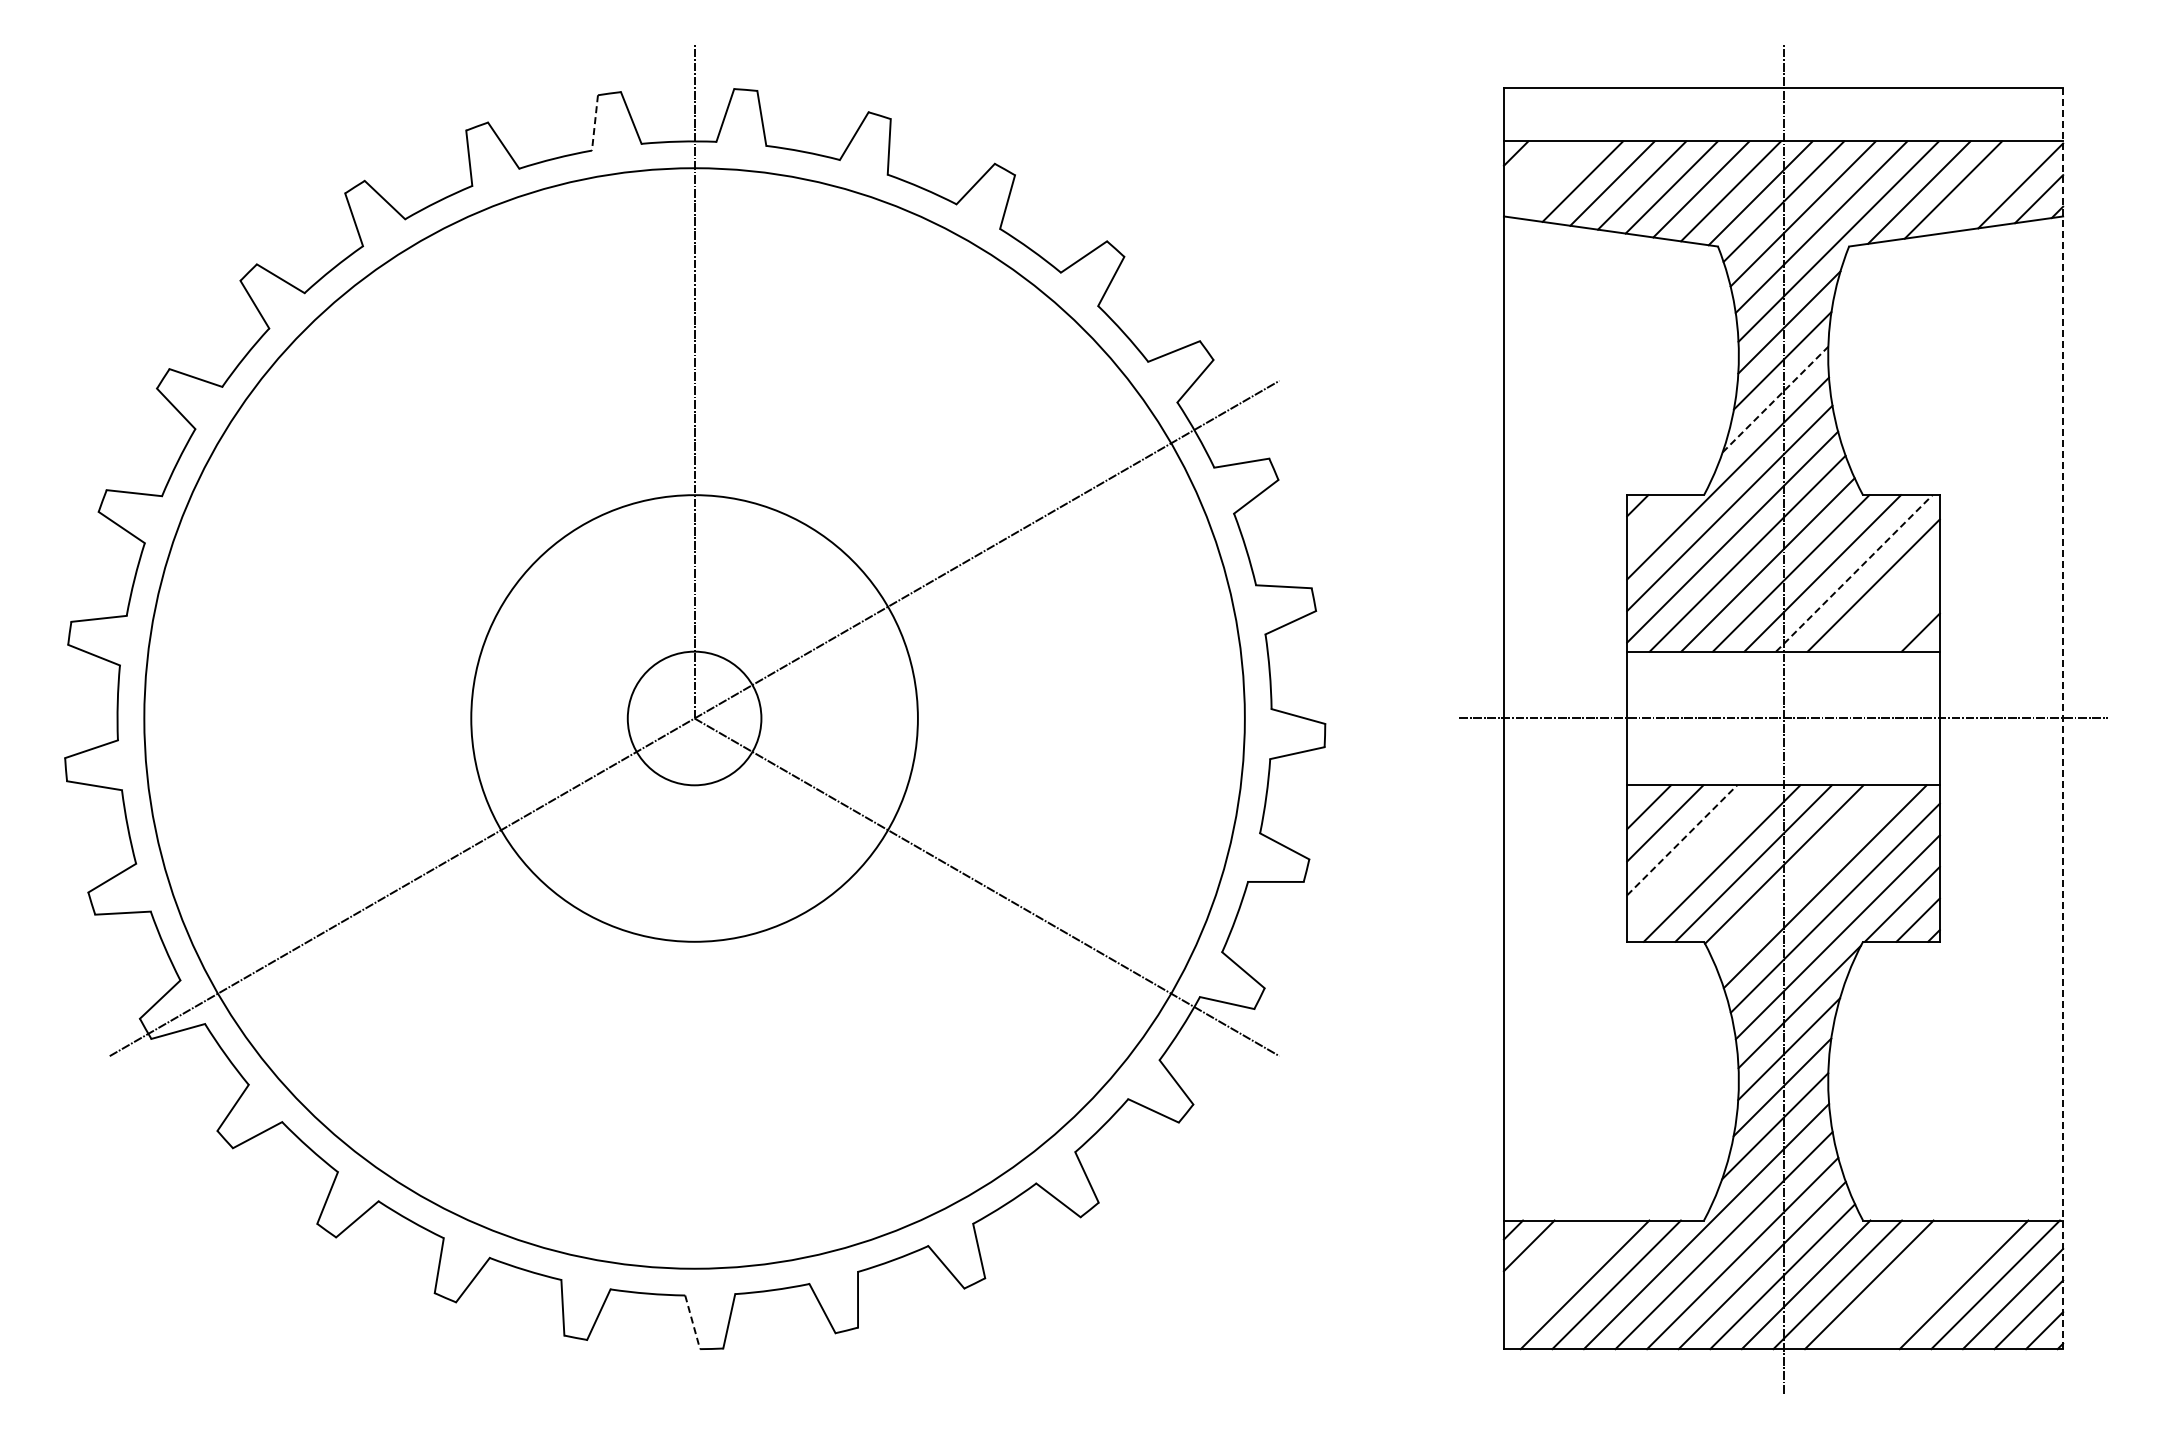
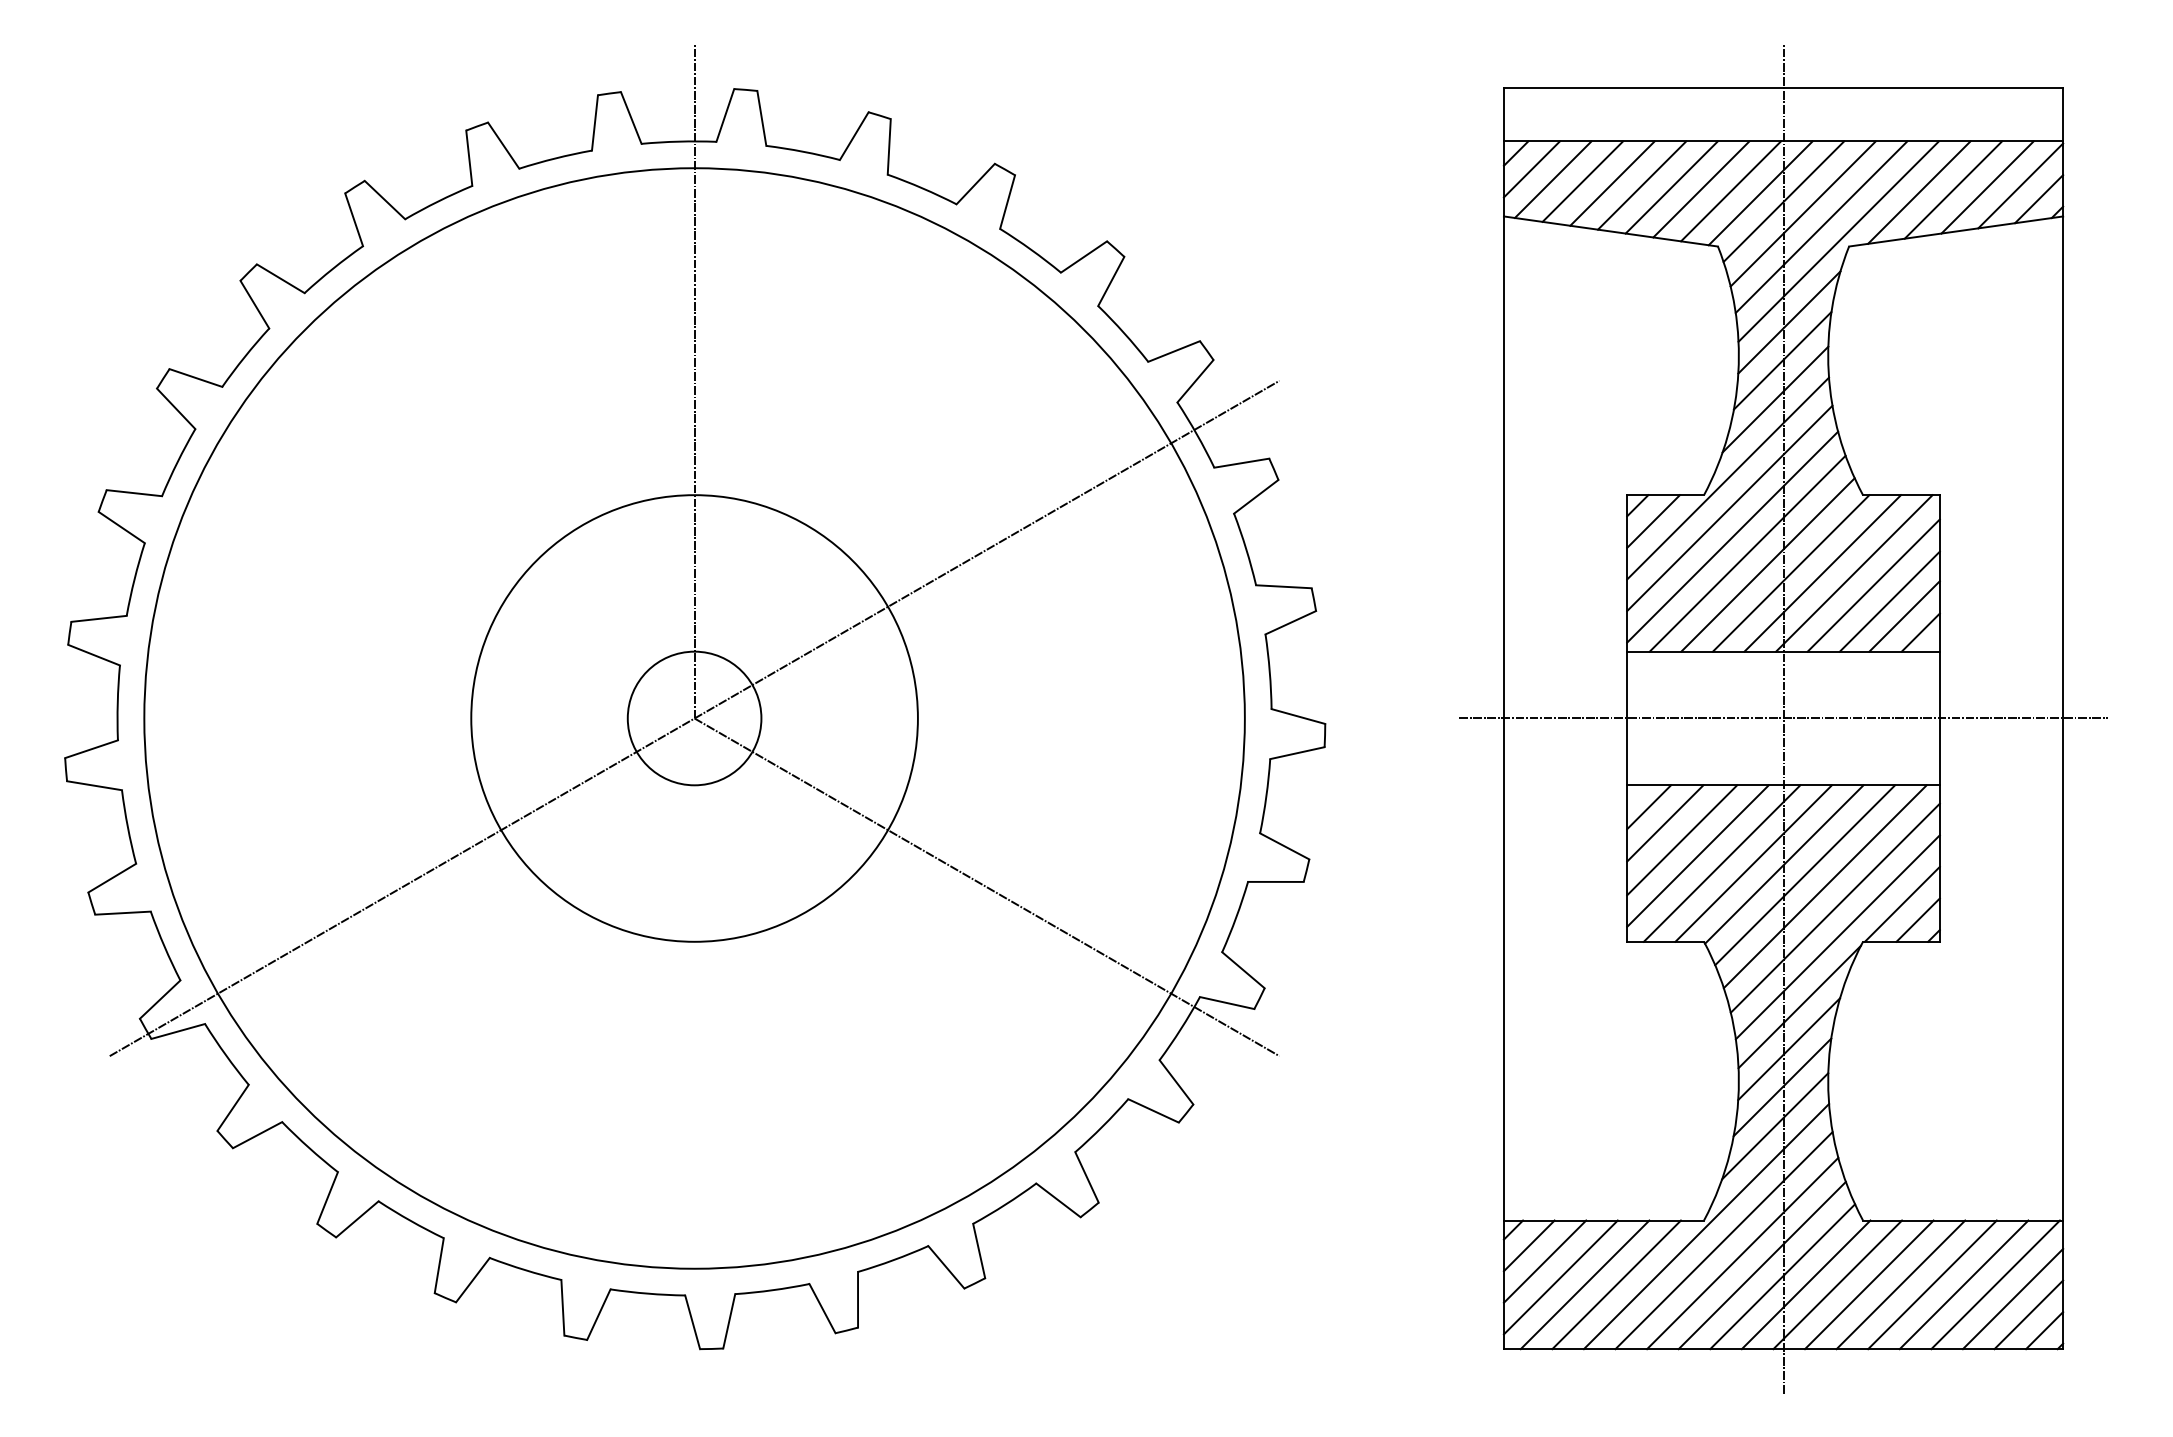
line at (594, 122): dashed -> solid
line at (1531, 169): none -> present
line at (1552, 179): none -> present
line at (1987, 187): none -> present
line at (1775, 399): dashed -> solid
line at (1653, 521): none -> present
line at (1854, 573): dashed -> solid
line at (1889, 601): none -> present
line at (1904, 616): none -> present
line at (2063, 718): dashed -> solid
line at (1682, 840): dashed -> solid
line at (1697, 855): none -> present
line at (1805, 875): none -> present
line at (1544, 1261): none -> present
line at (1560, 1277): none -> present
line at (1900, 1284): none -> present
line at (1932, 1284): none -> present
line at (692, 1322): dashed -> solid
